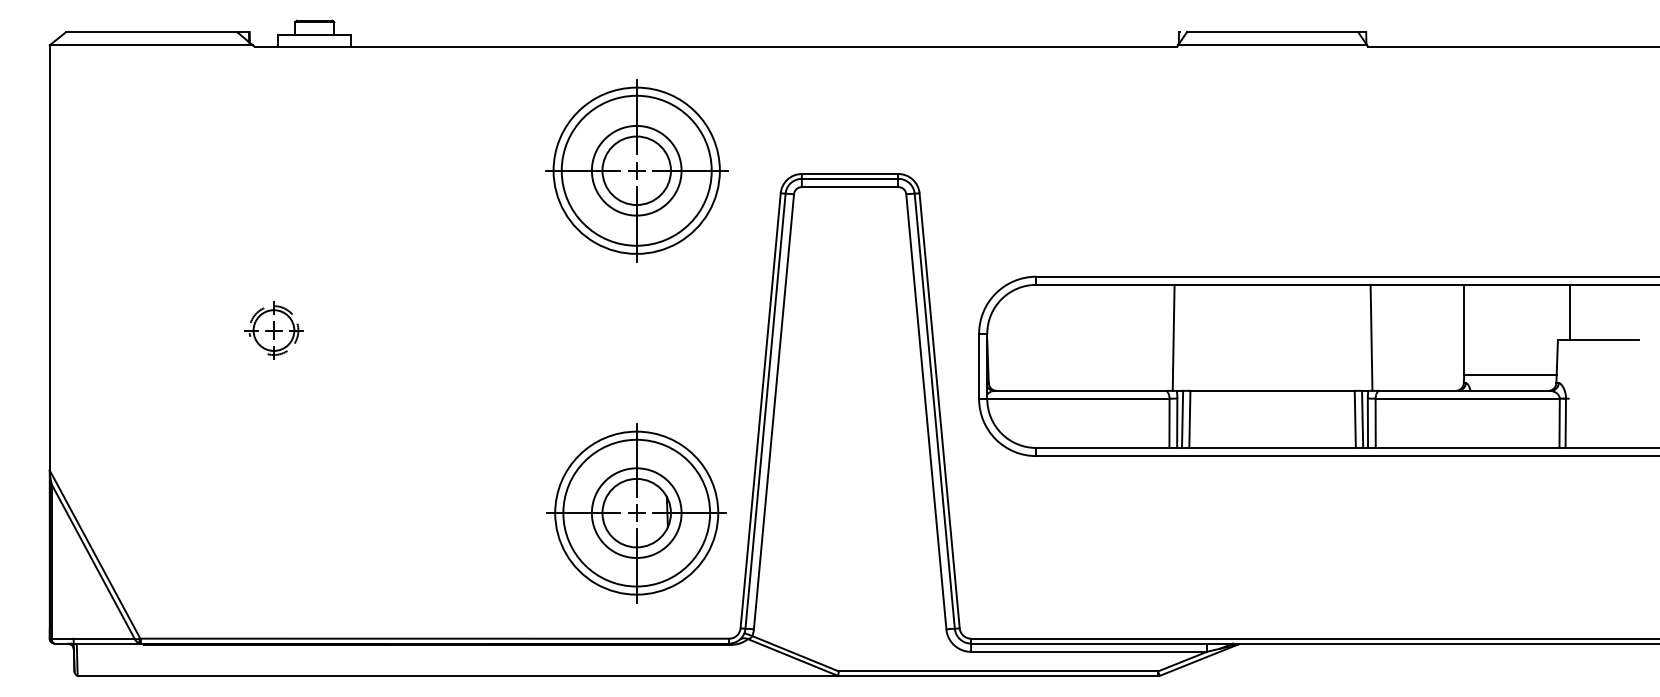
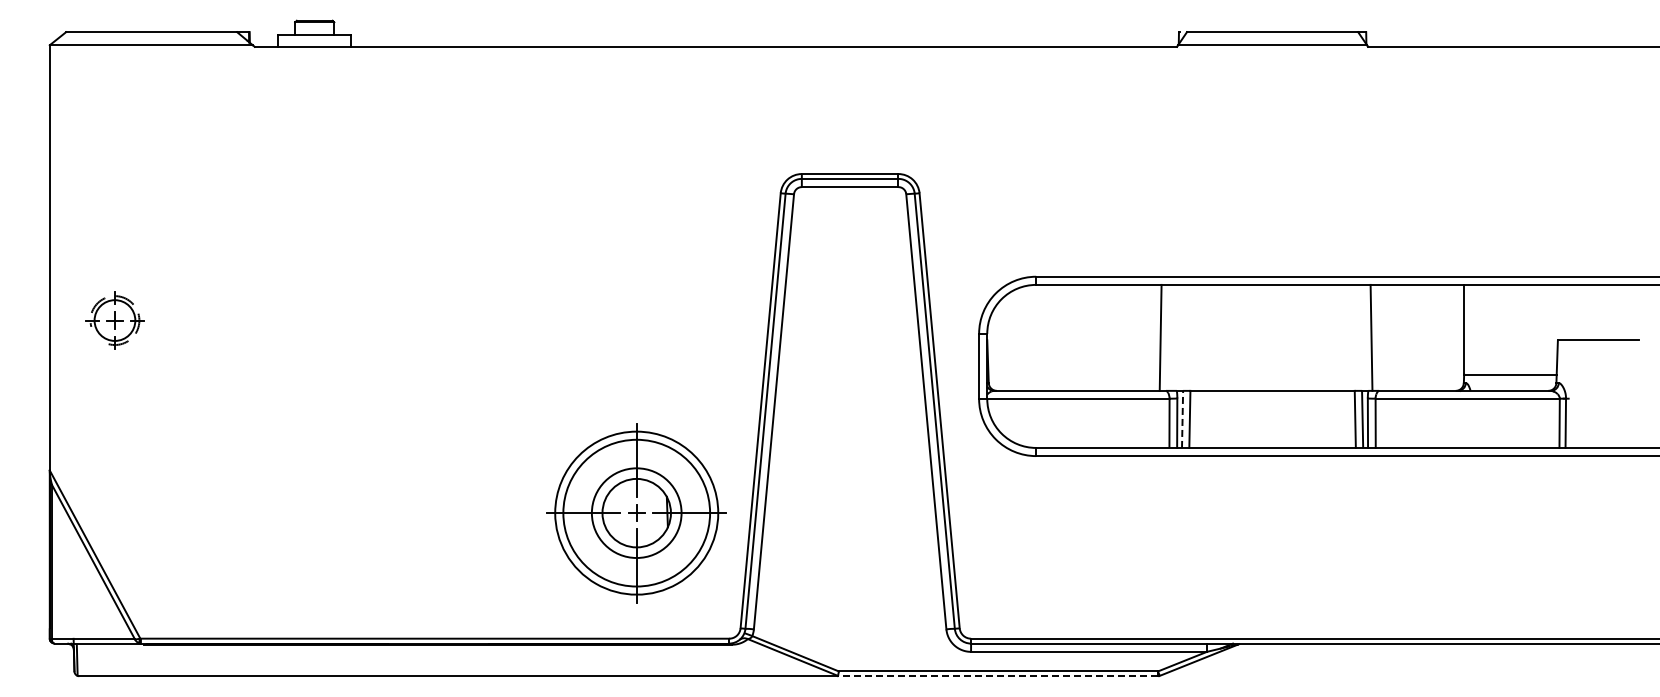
part at (636, 170): present -> none
line at (1570, 312): present -> none
part at (273, 330) position: (273, 330) -> (114, 320)
line at (1173, 337) position: (1173, 337) -> (1160, 337)
line at (1182, 419): solid -> dashed
line at (997, 676): solid -> dashed
